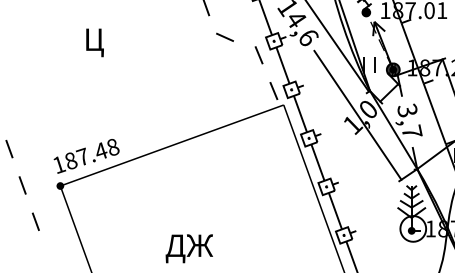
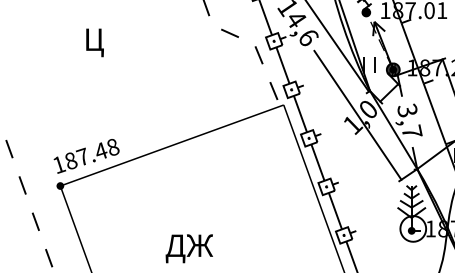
line at (224, 36) position: (224, 36) -> (229, 32)
line at (49, 258): none -> present
